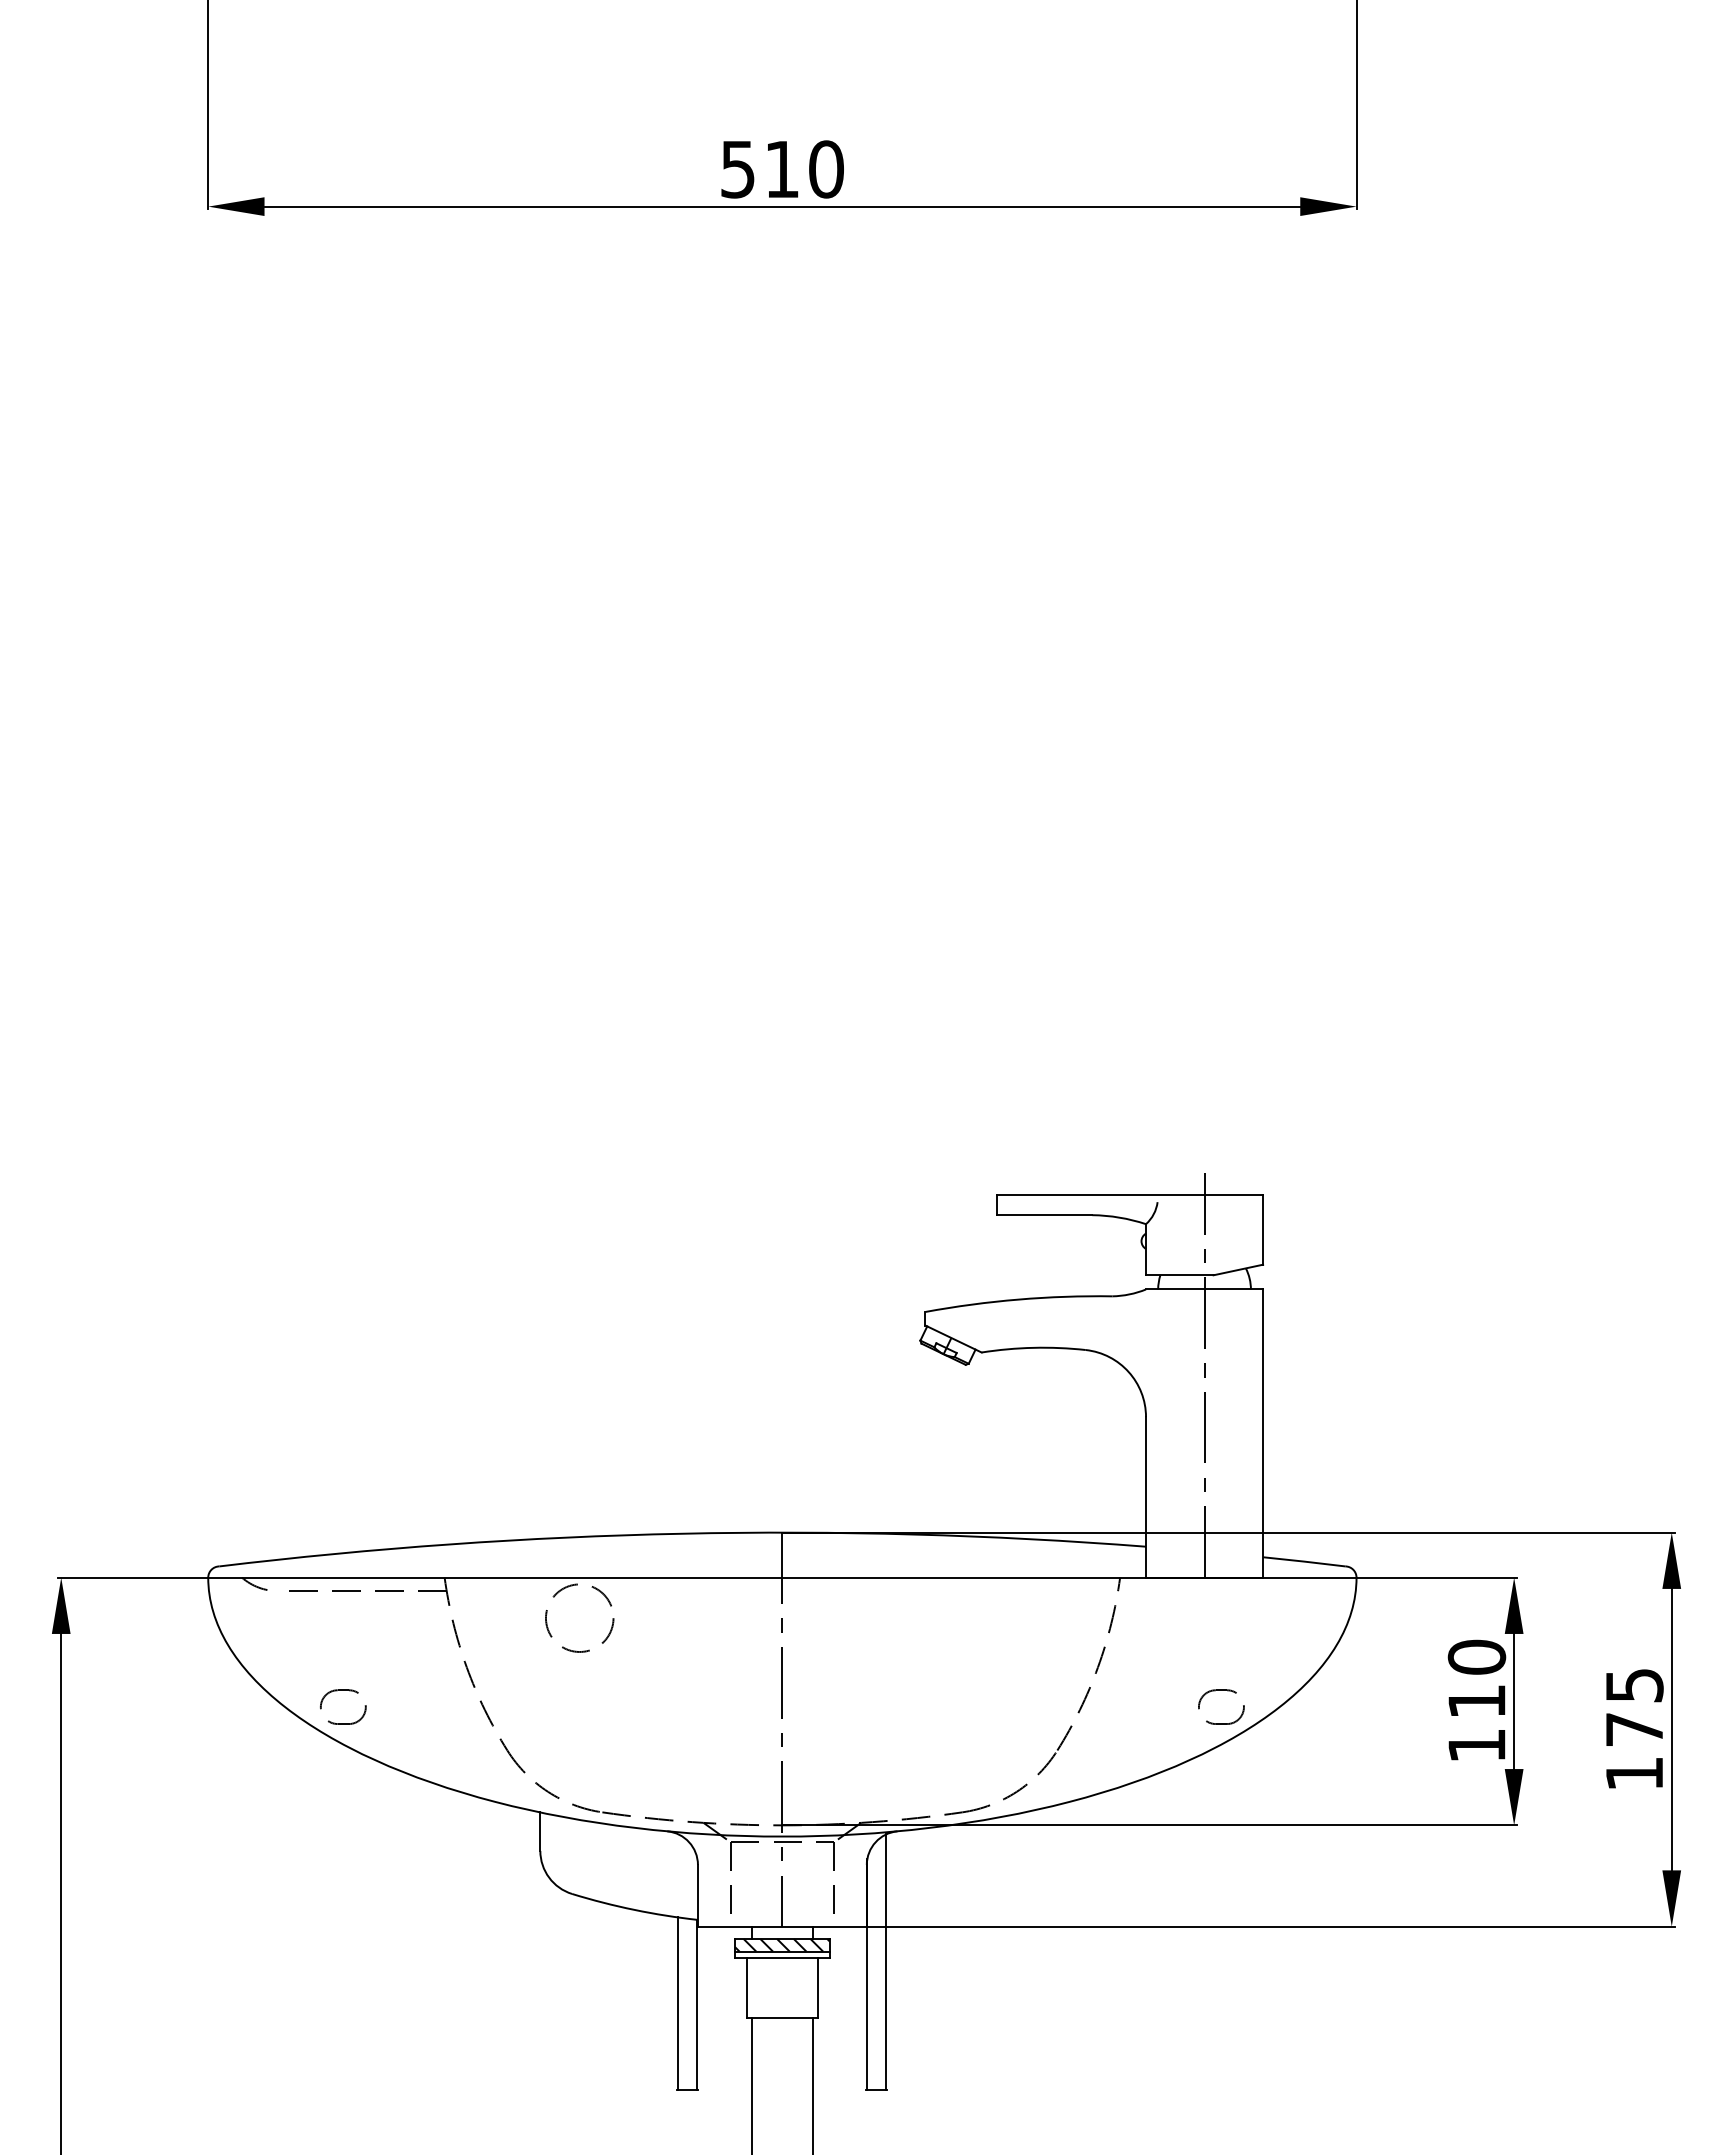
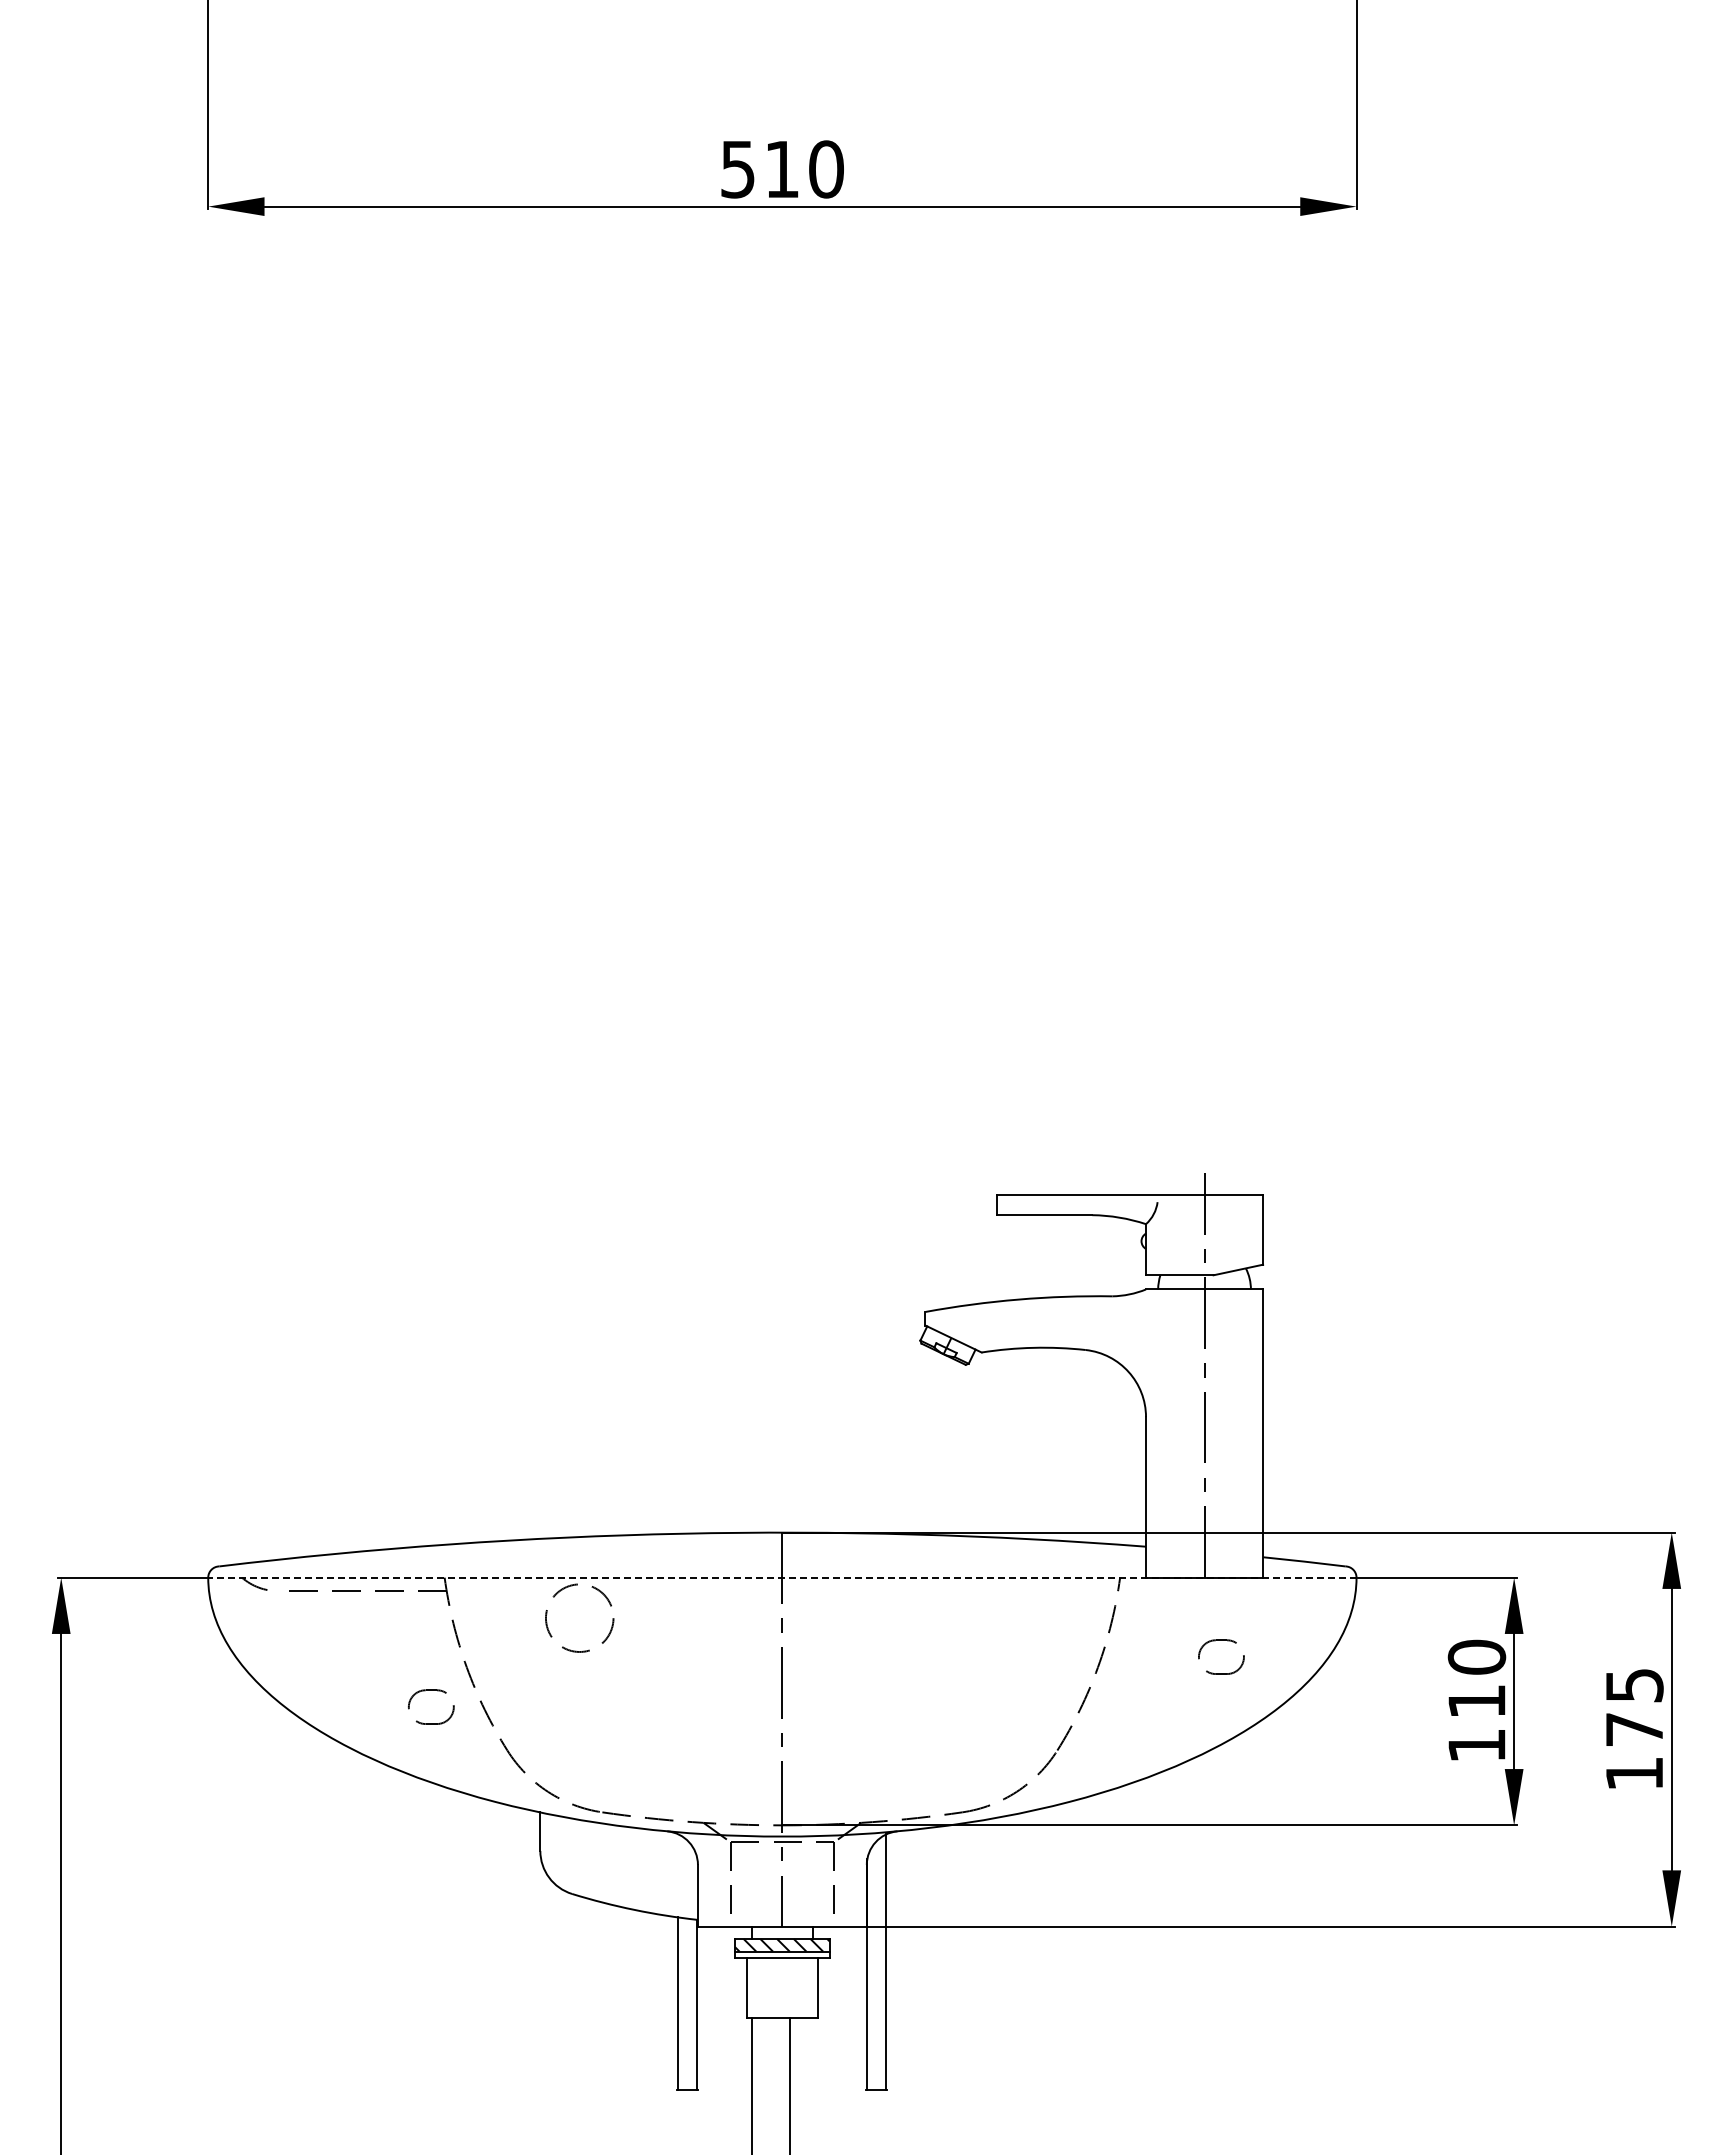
line at (781, 1577): solid -> dashed
part at (343, 1690) position: (343, 1690) -> (431, 1690)
part at (1221, 1690) position: (1221, 1690) -> (1221, 1640)
line at (812, 2084) position: (812, 2084) -> (789, 2084)
